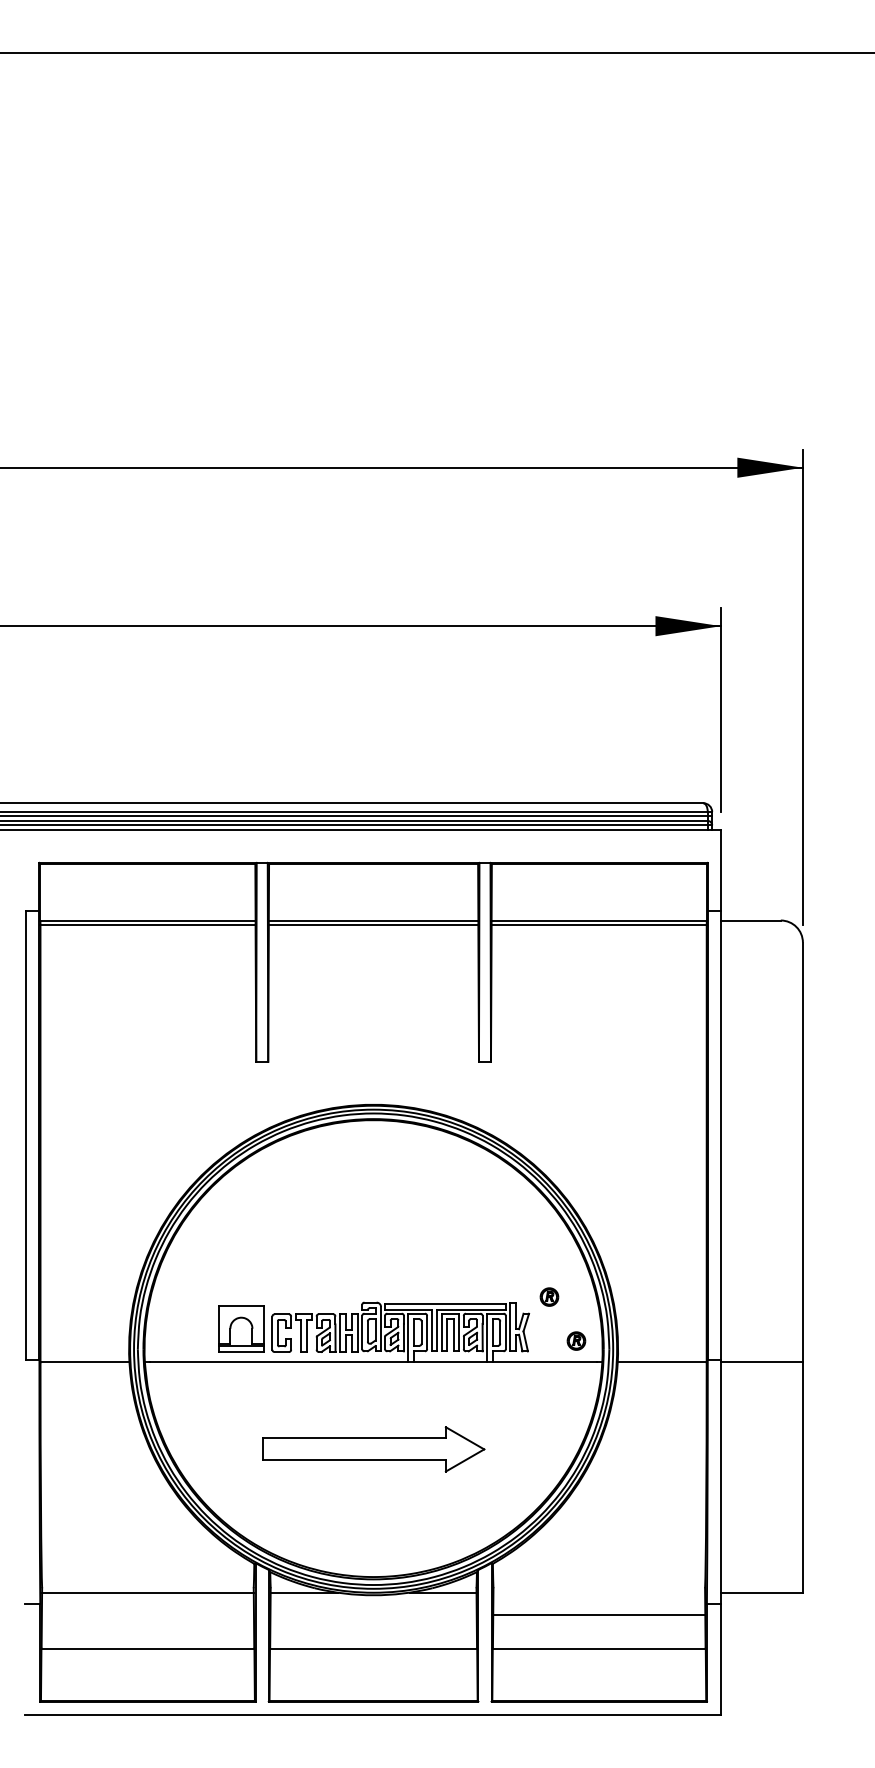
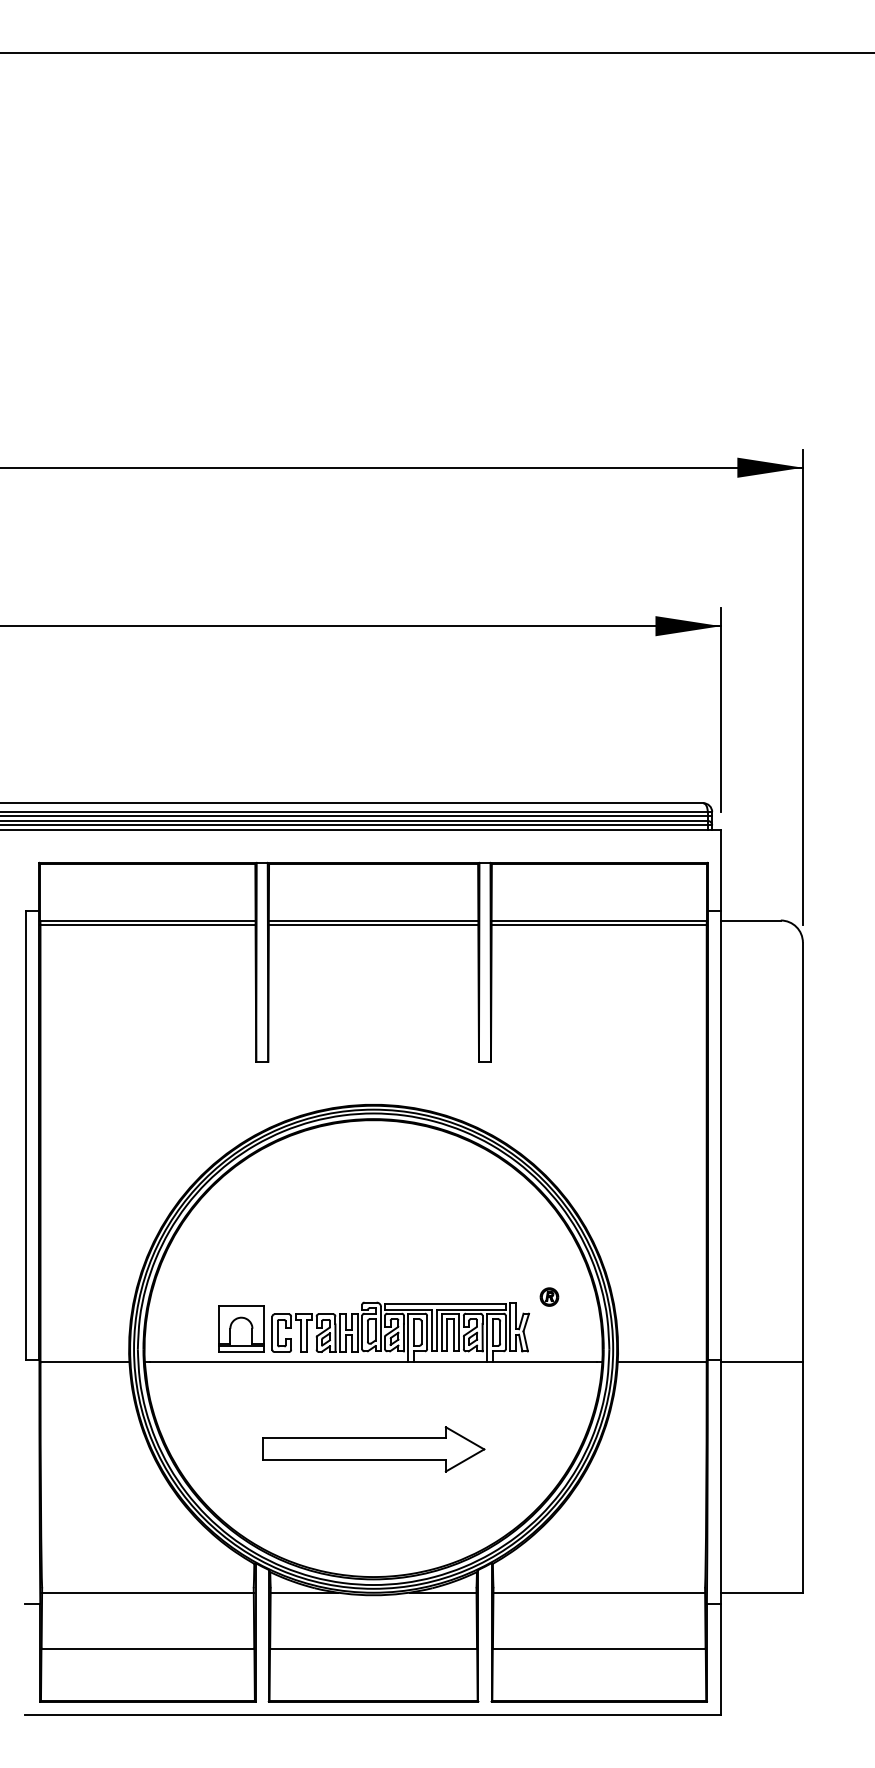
part at (576, 1340): present -> none
line at (599, 1614) position: (599, 1614) -> (599, 1592)
